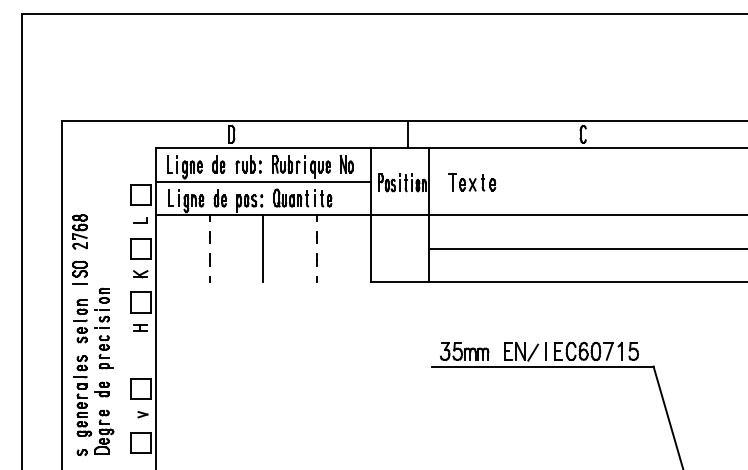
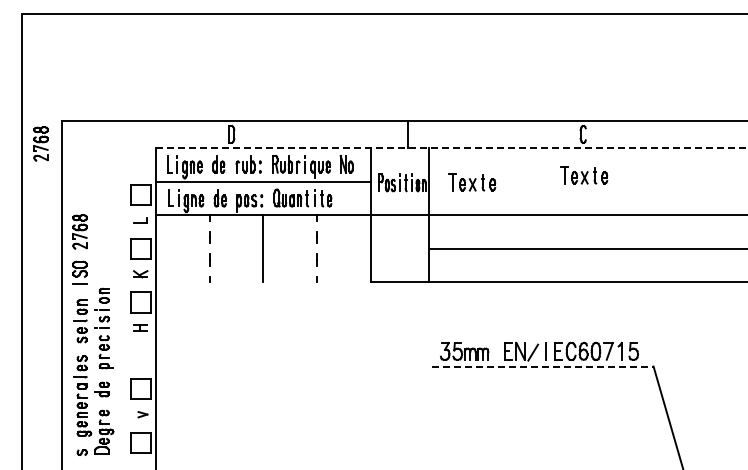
part at (40, 143): none -> present
line at (452, 148): solid -> dashed
part at (584, 175): none -> present
line at (543, 366): solid -> dashed
